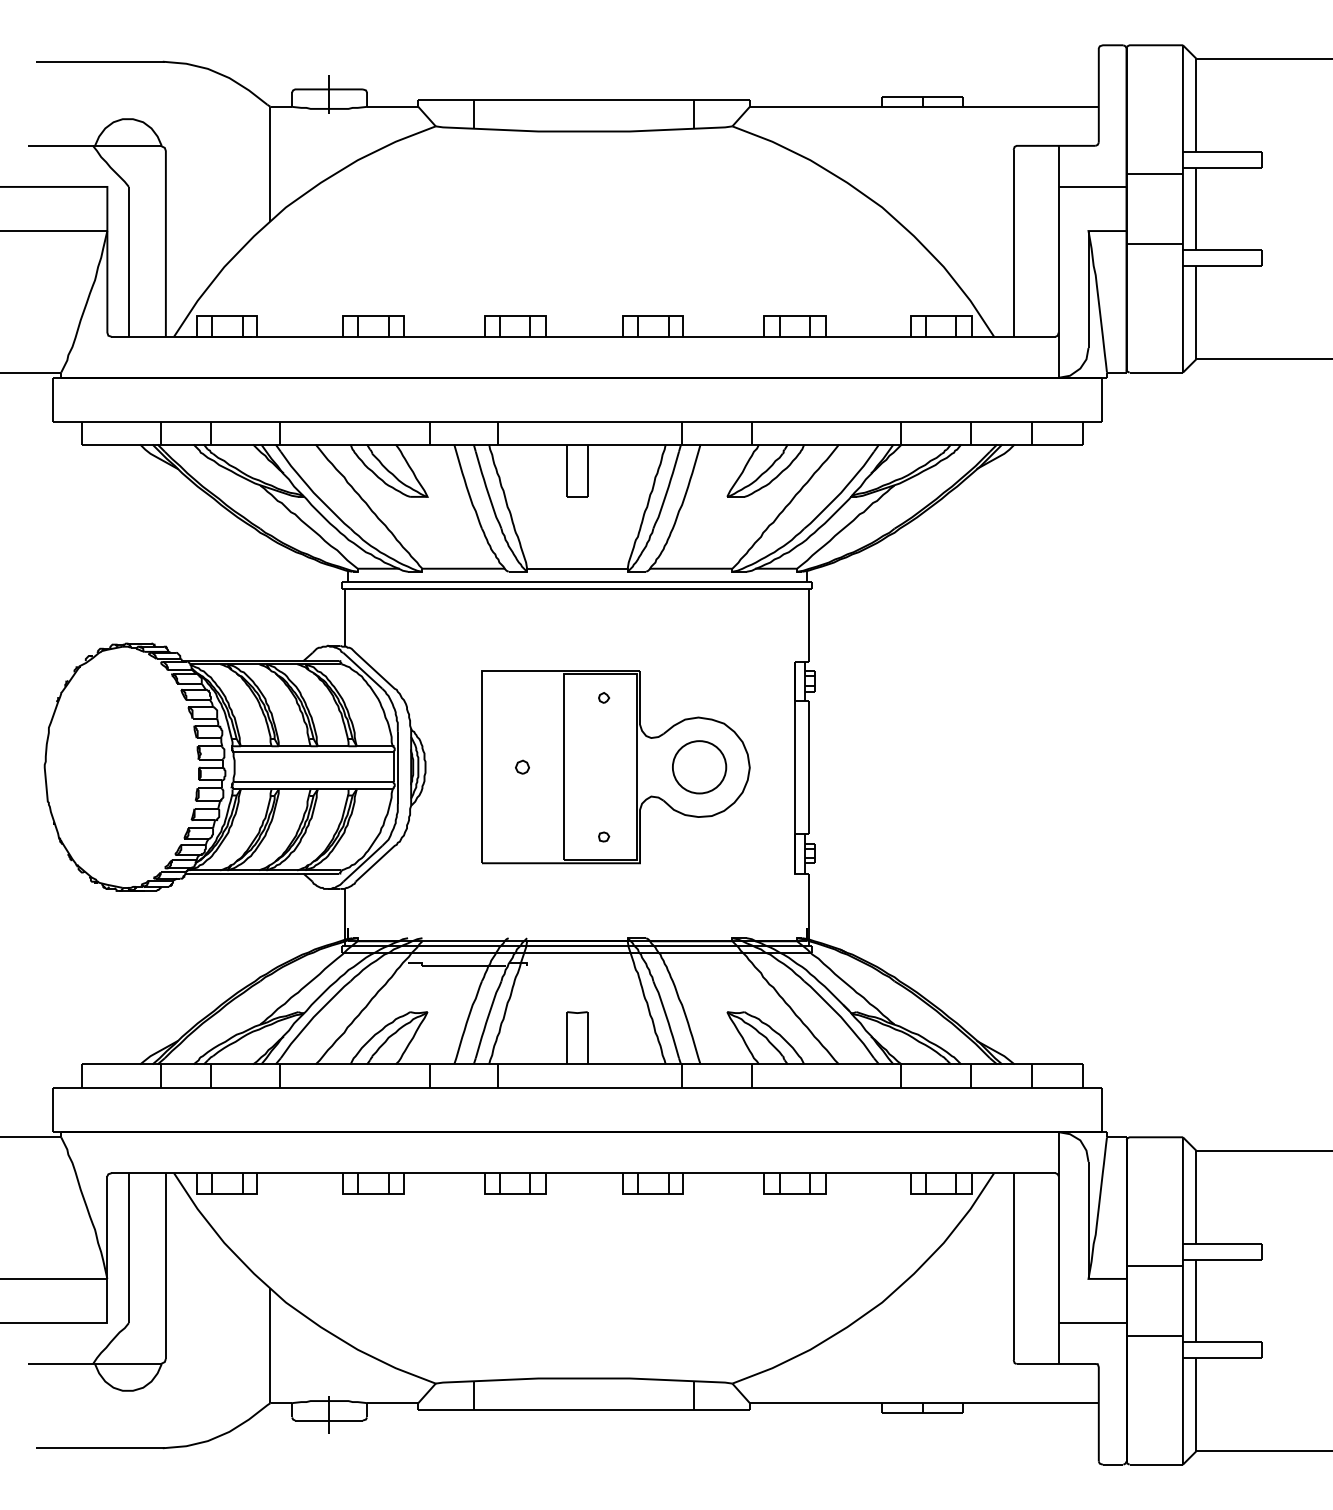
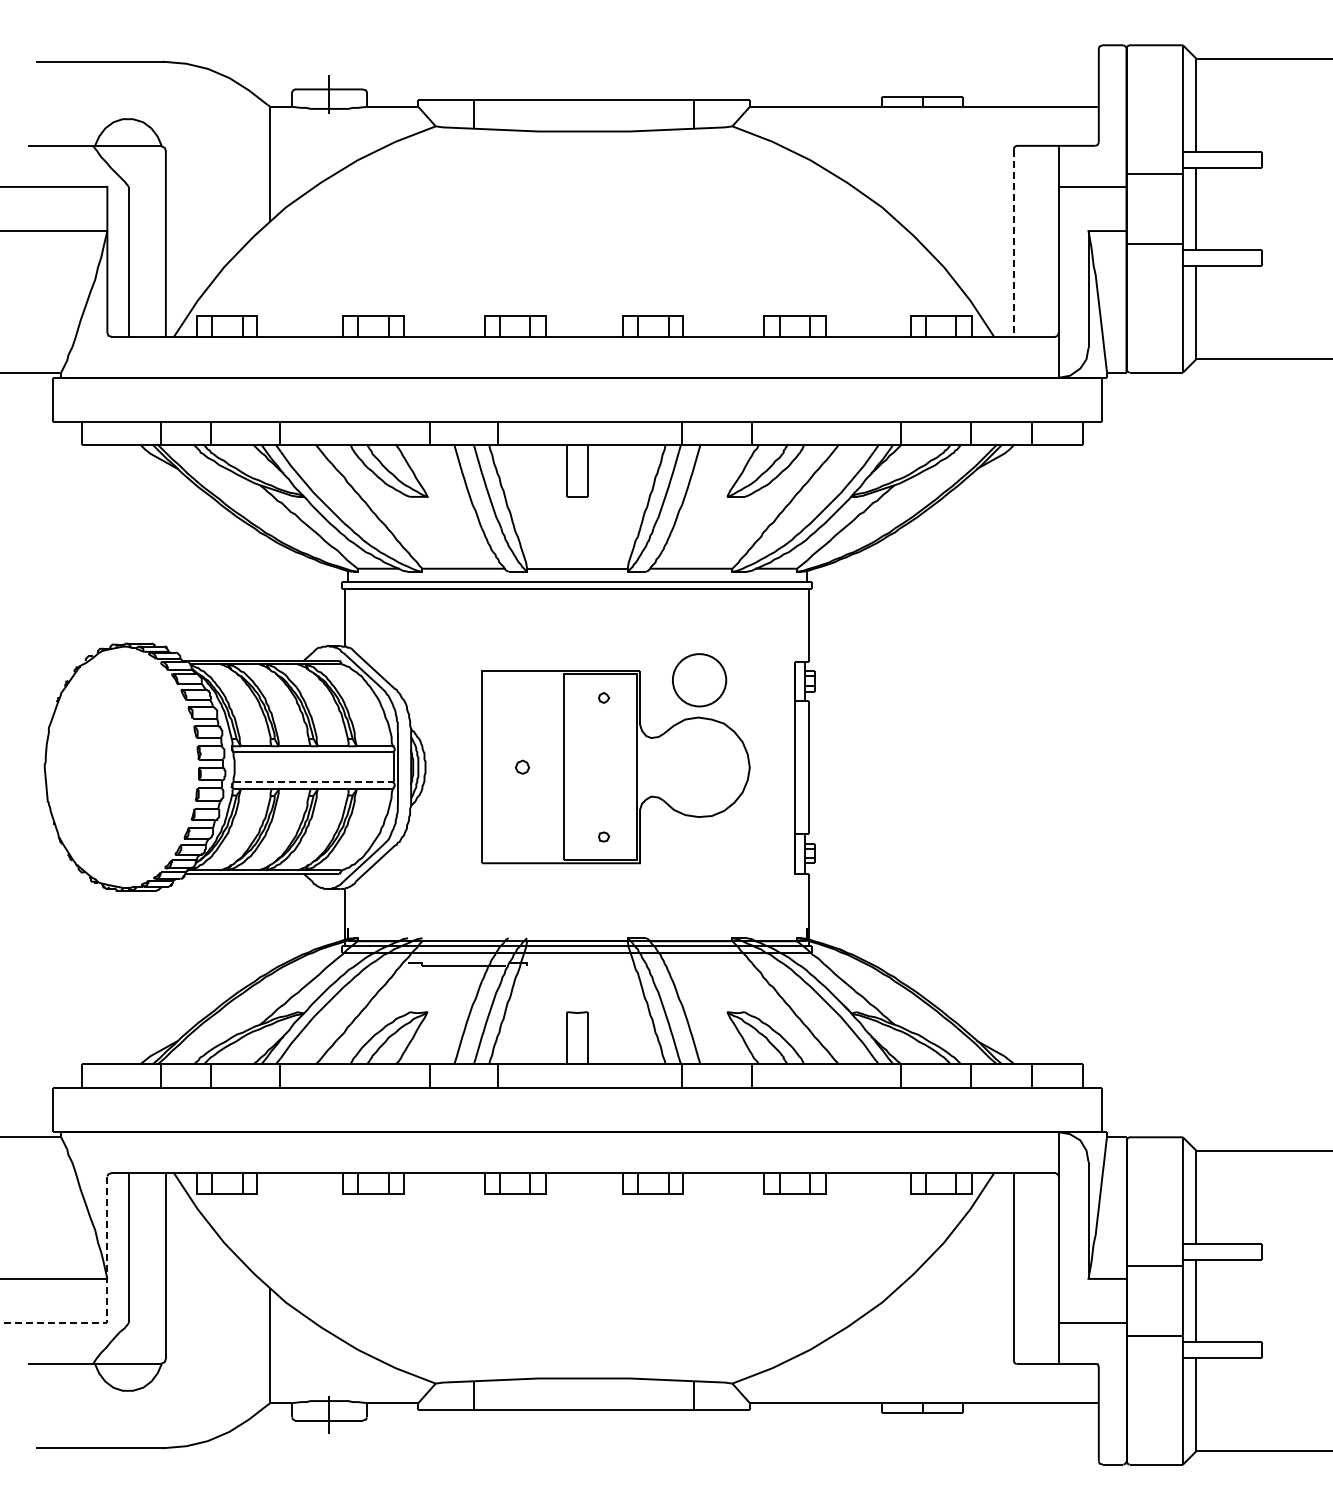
line at (1013, 243): solid -> dashed
part at (699, 767) position: (699, 767) -> (699, 680)
line at (314, 782): solid -> dashed
line at (107, 1304): solid -> dashed
